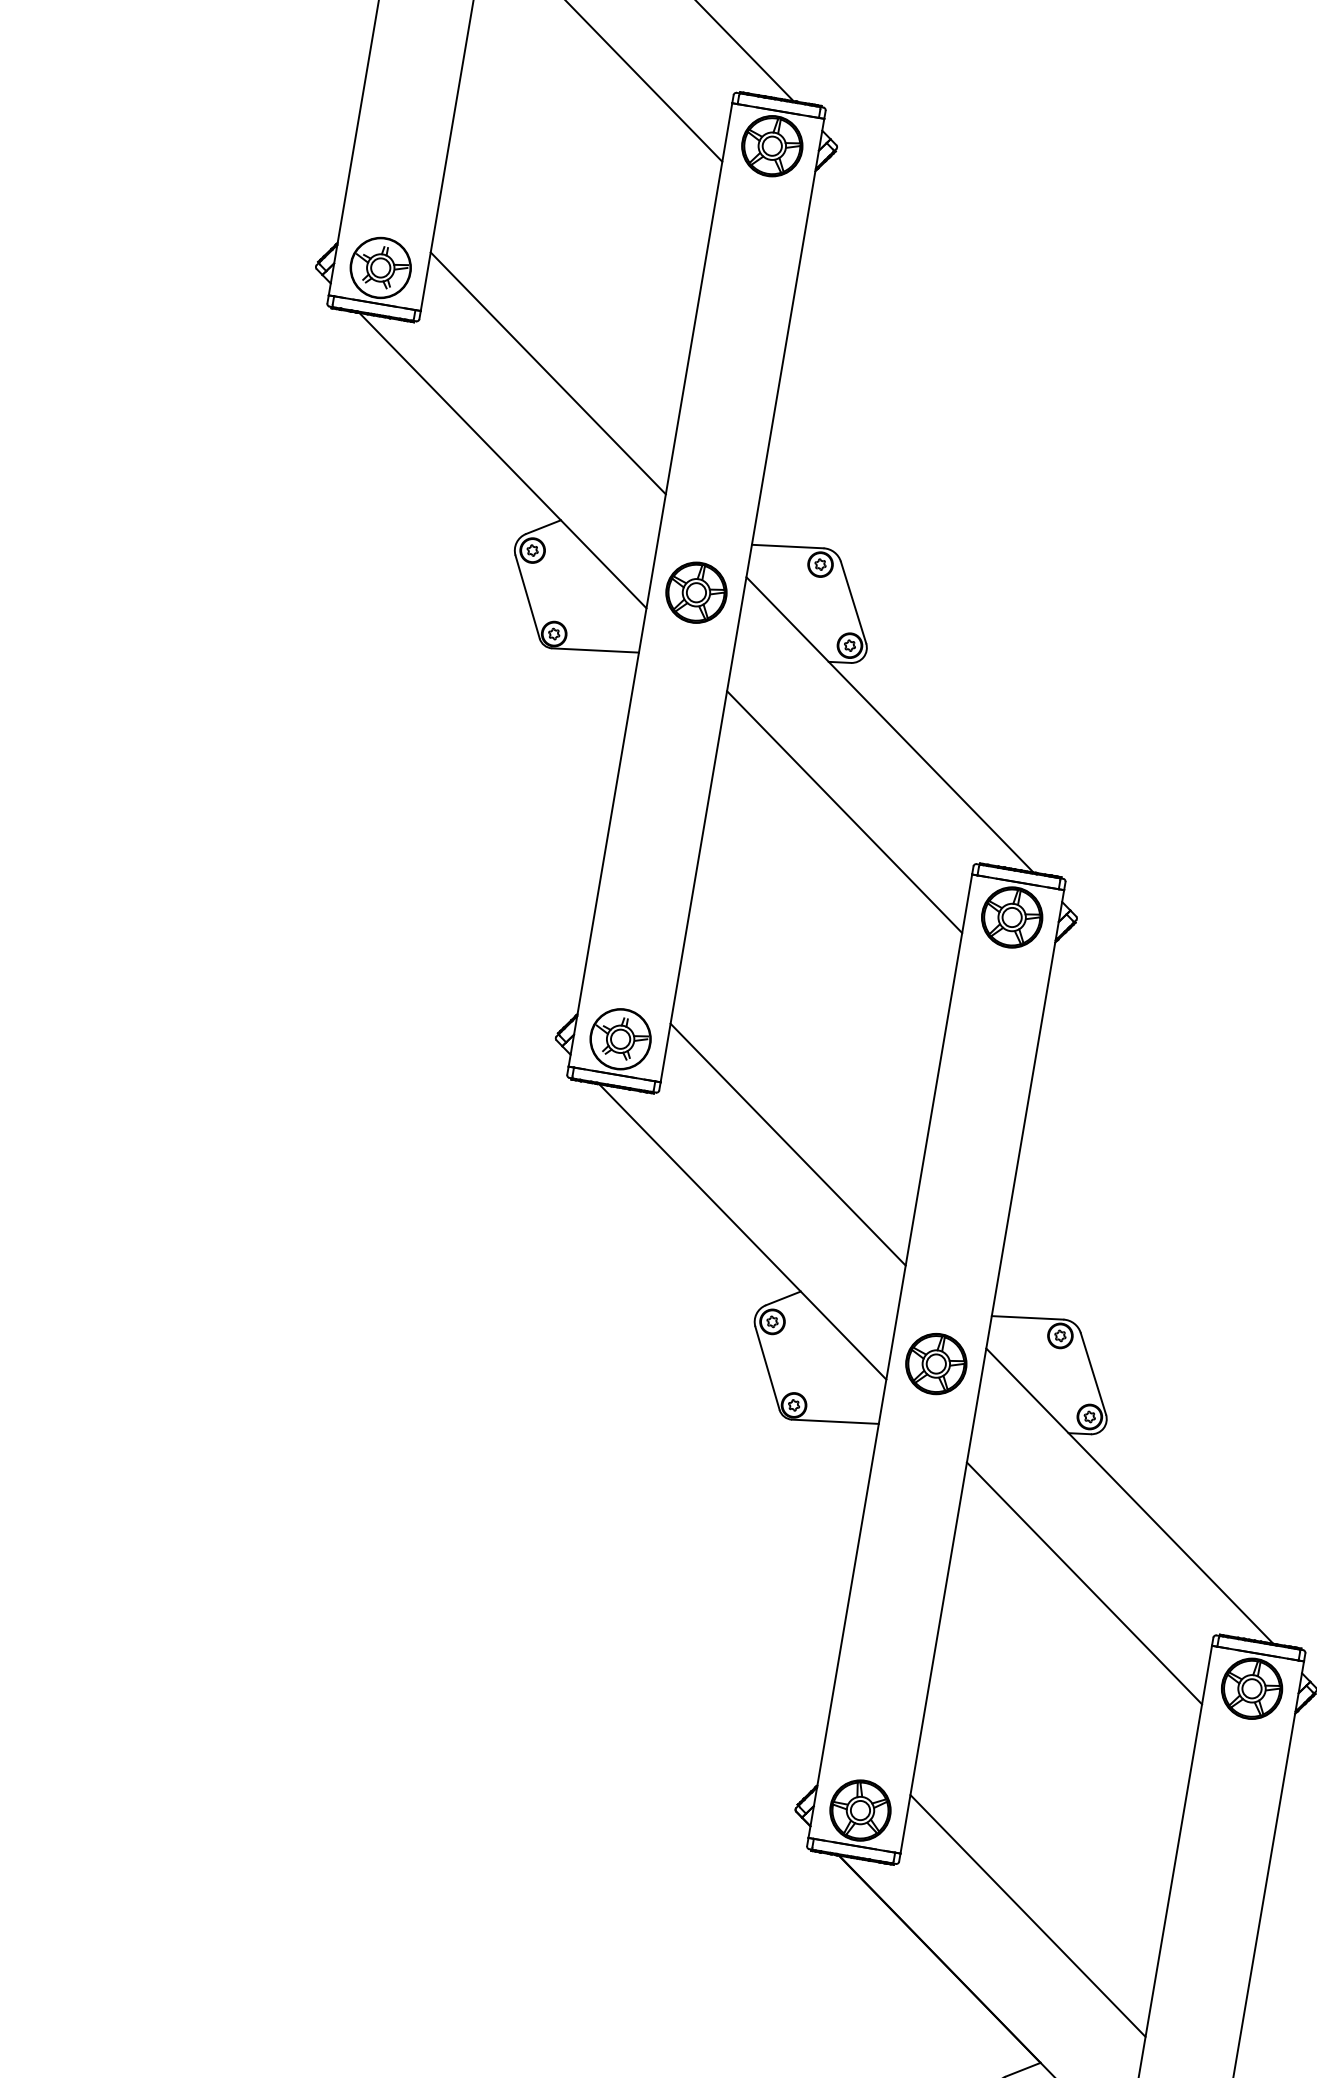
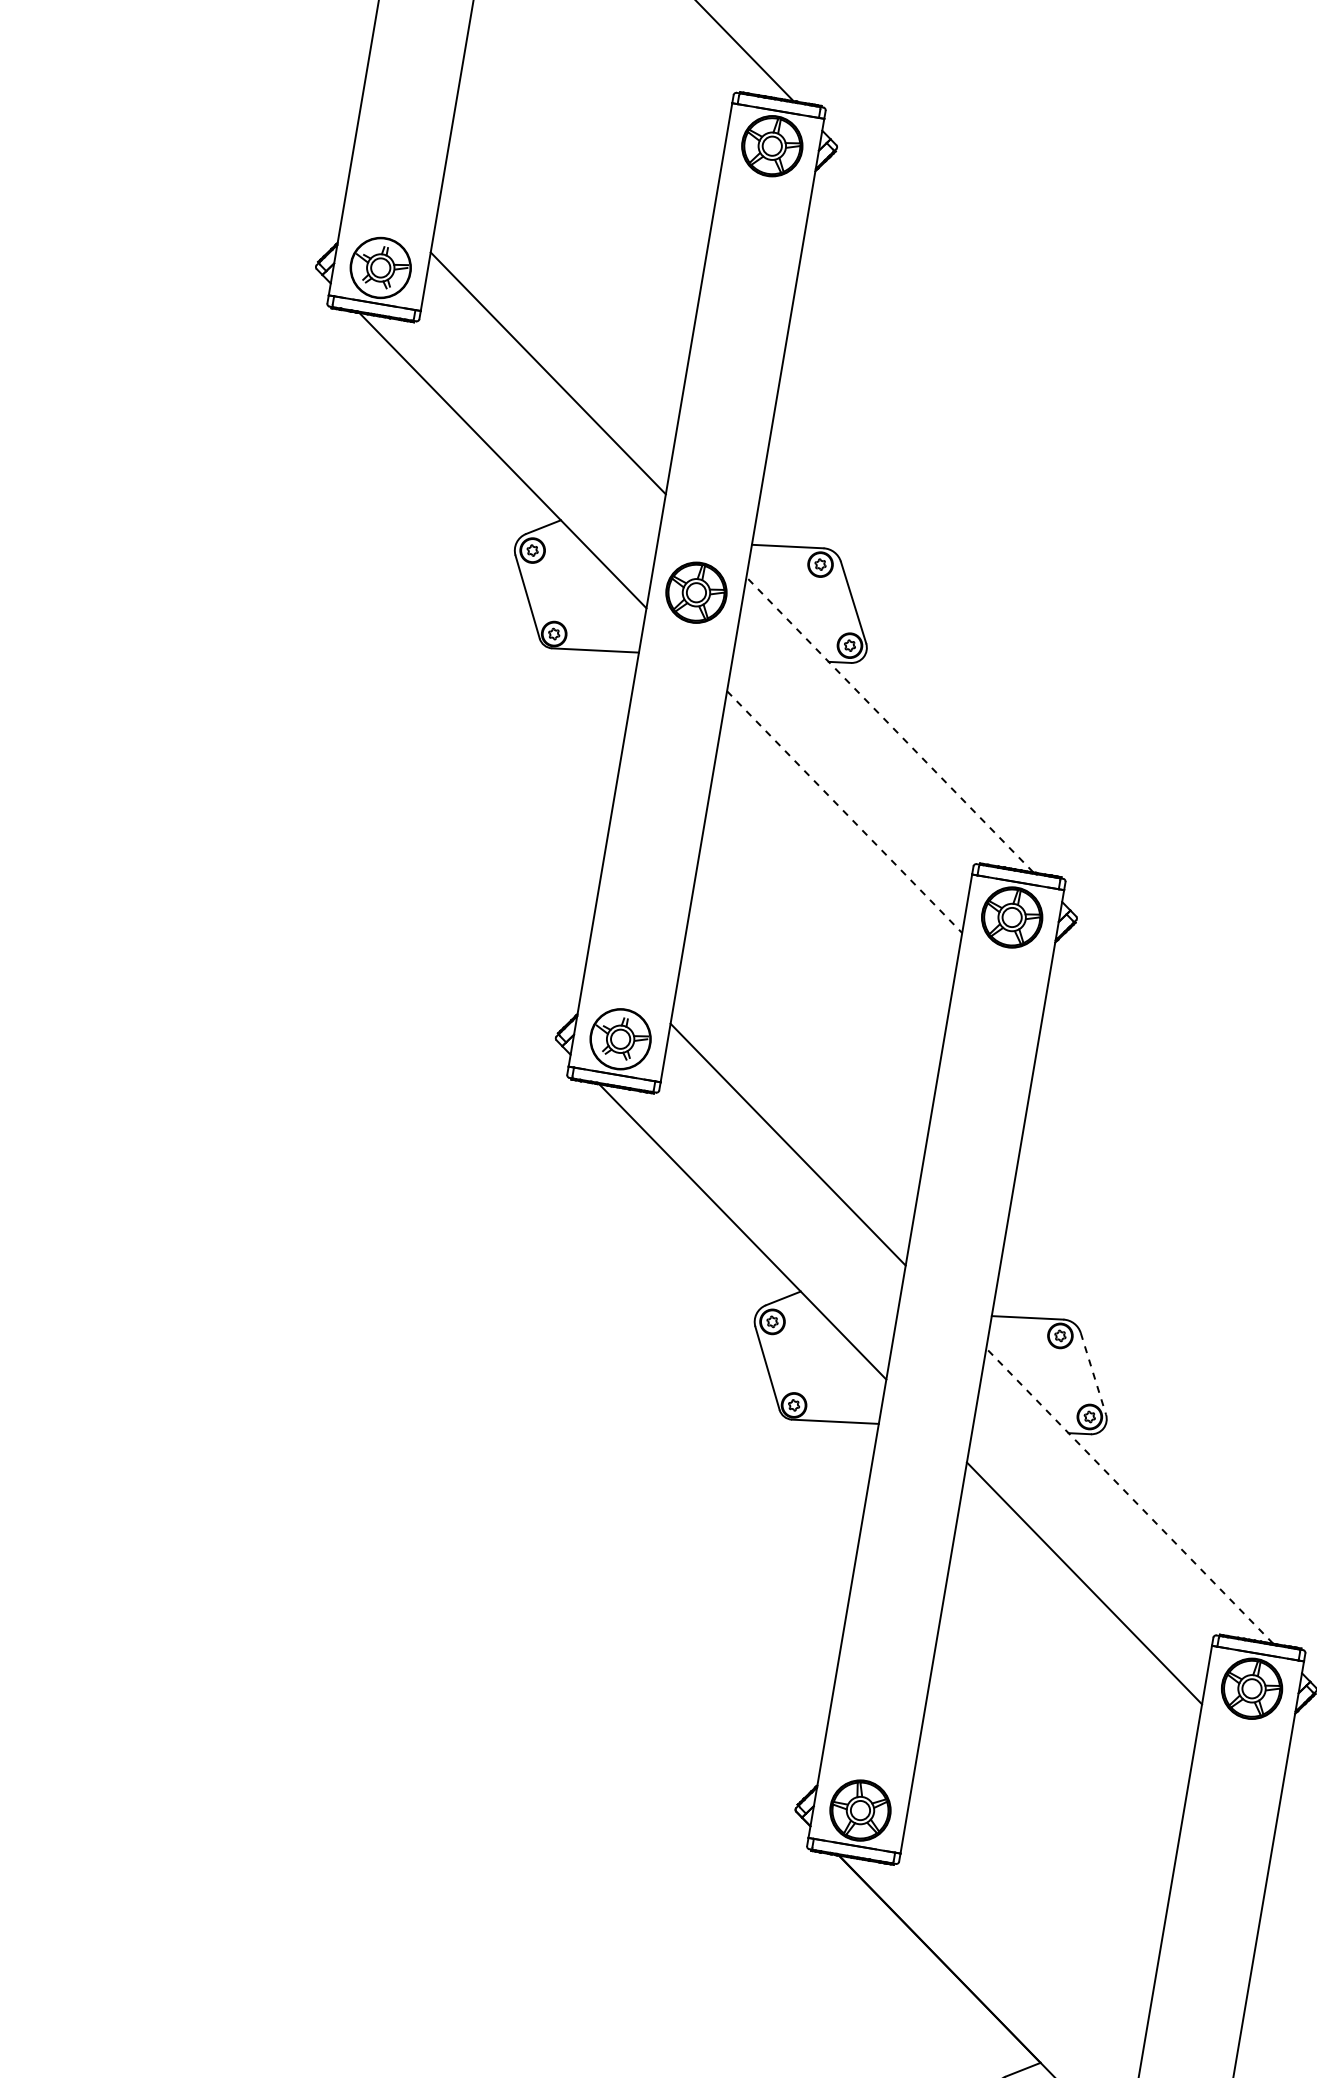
line at (644, 81): present -> none
line at (889, 724): solid -> dashed
line at (844, 812): solid -> dashed
part at (936, 1364): present -> none
line at (1093, 1373): solid -> dashed
line at (1129, 1496): solid -> dashed
line at (1027, 1915): present -> none
